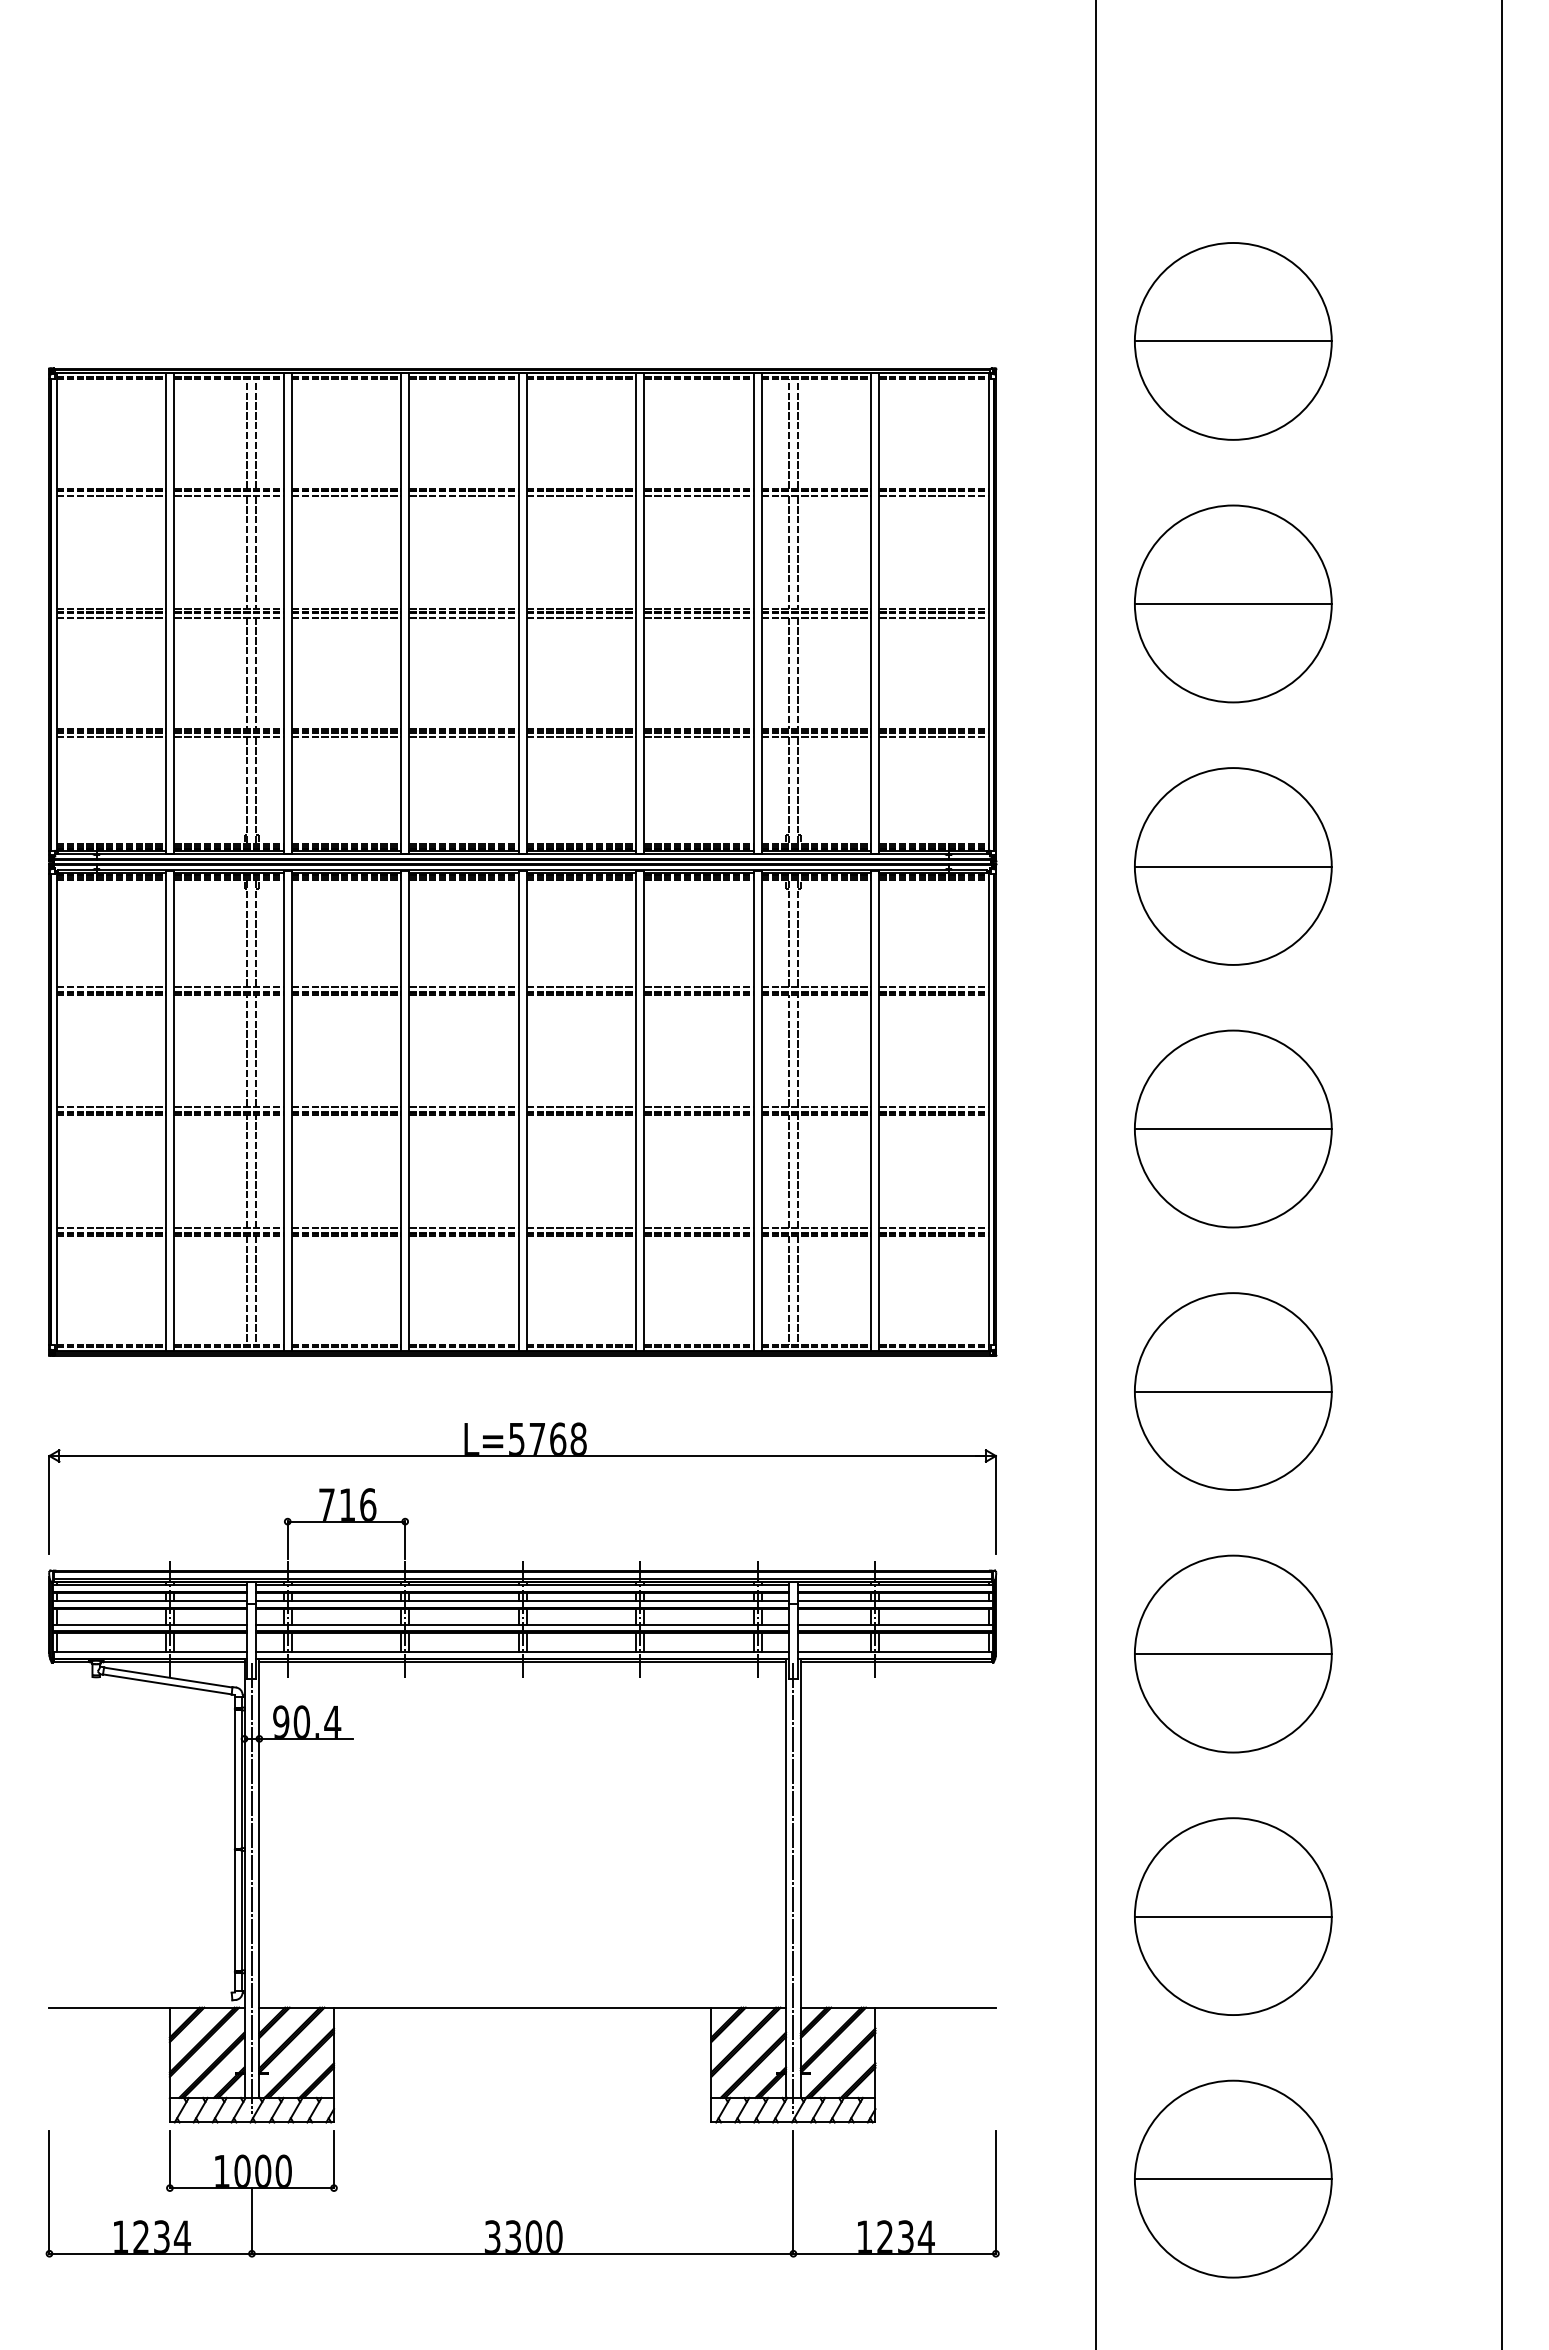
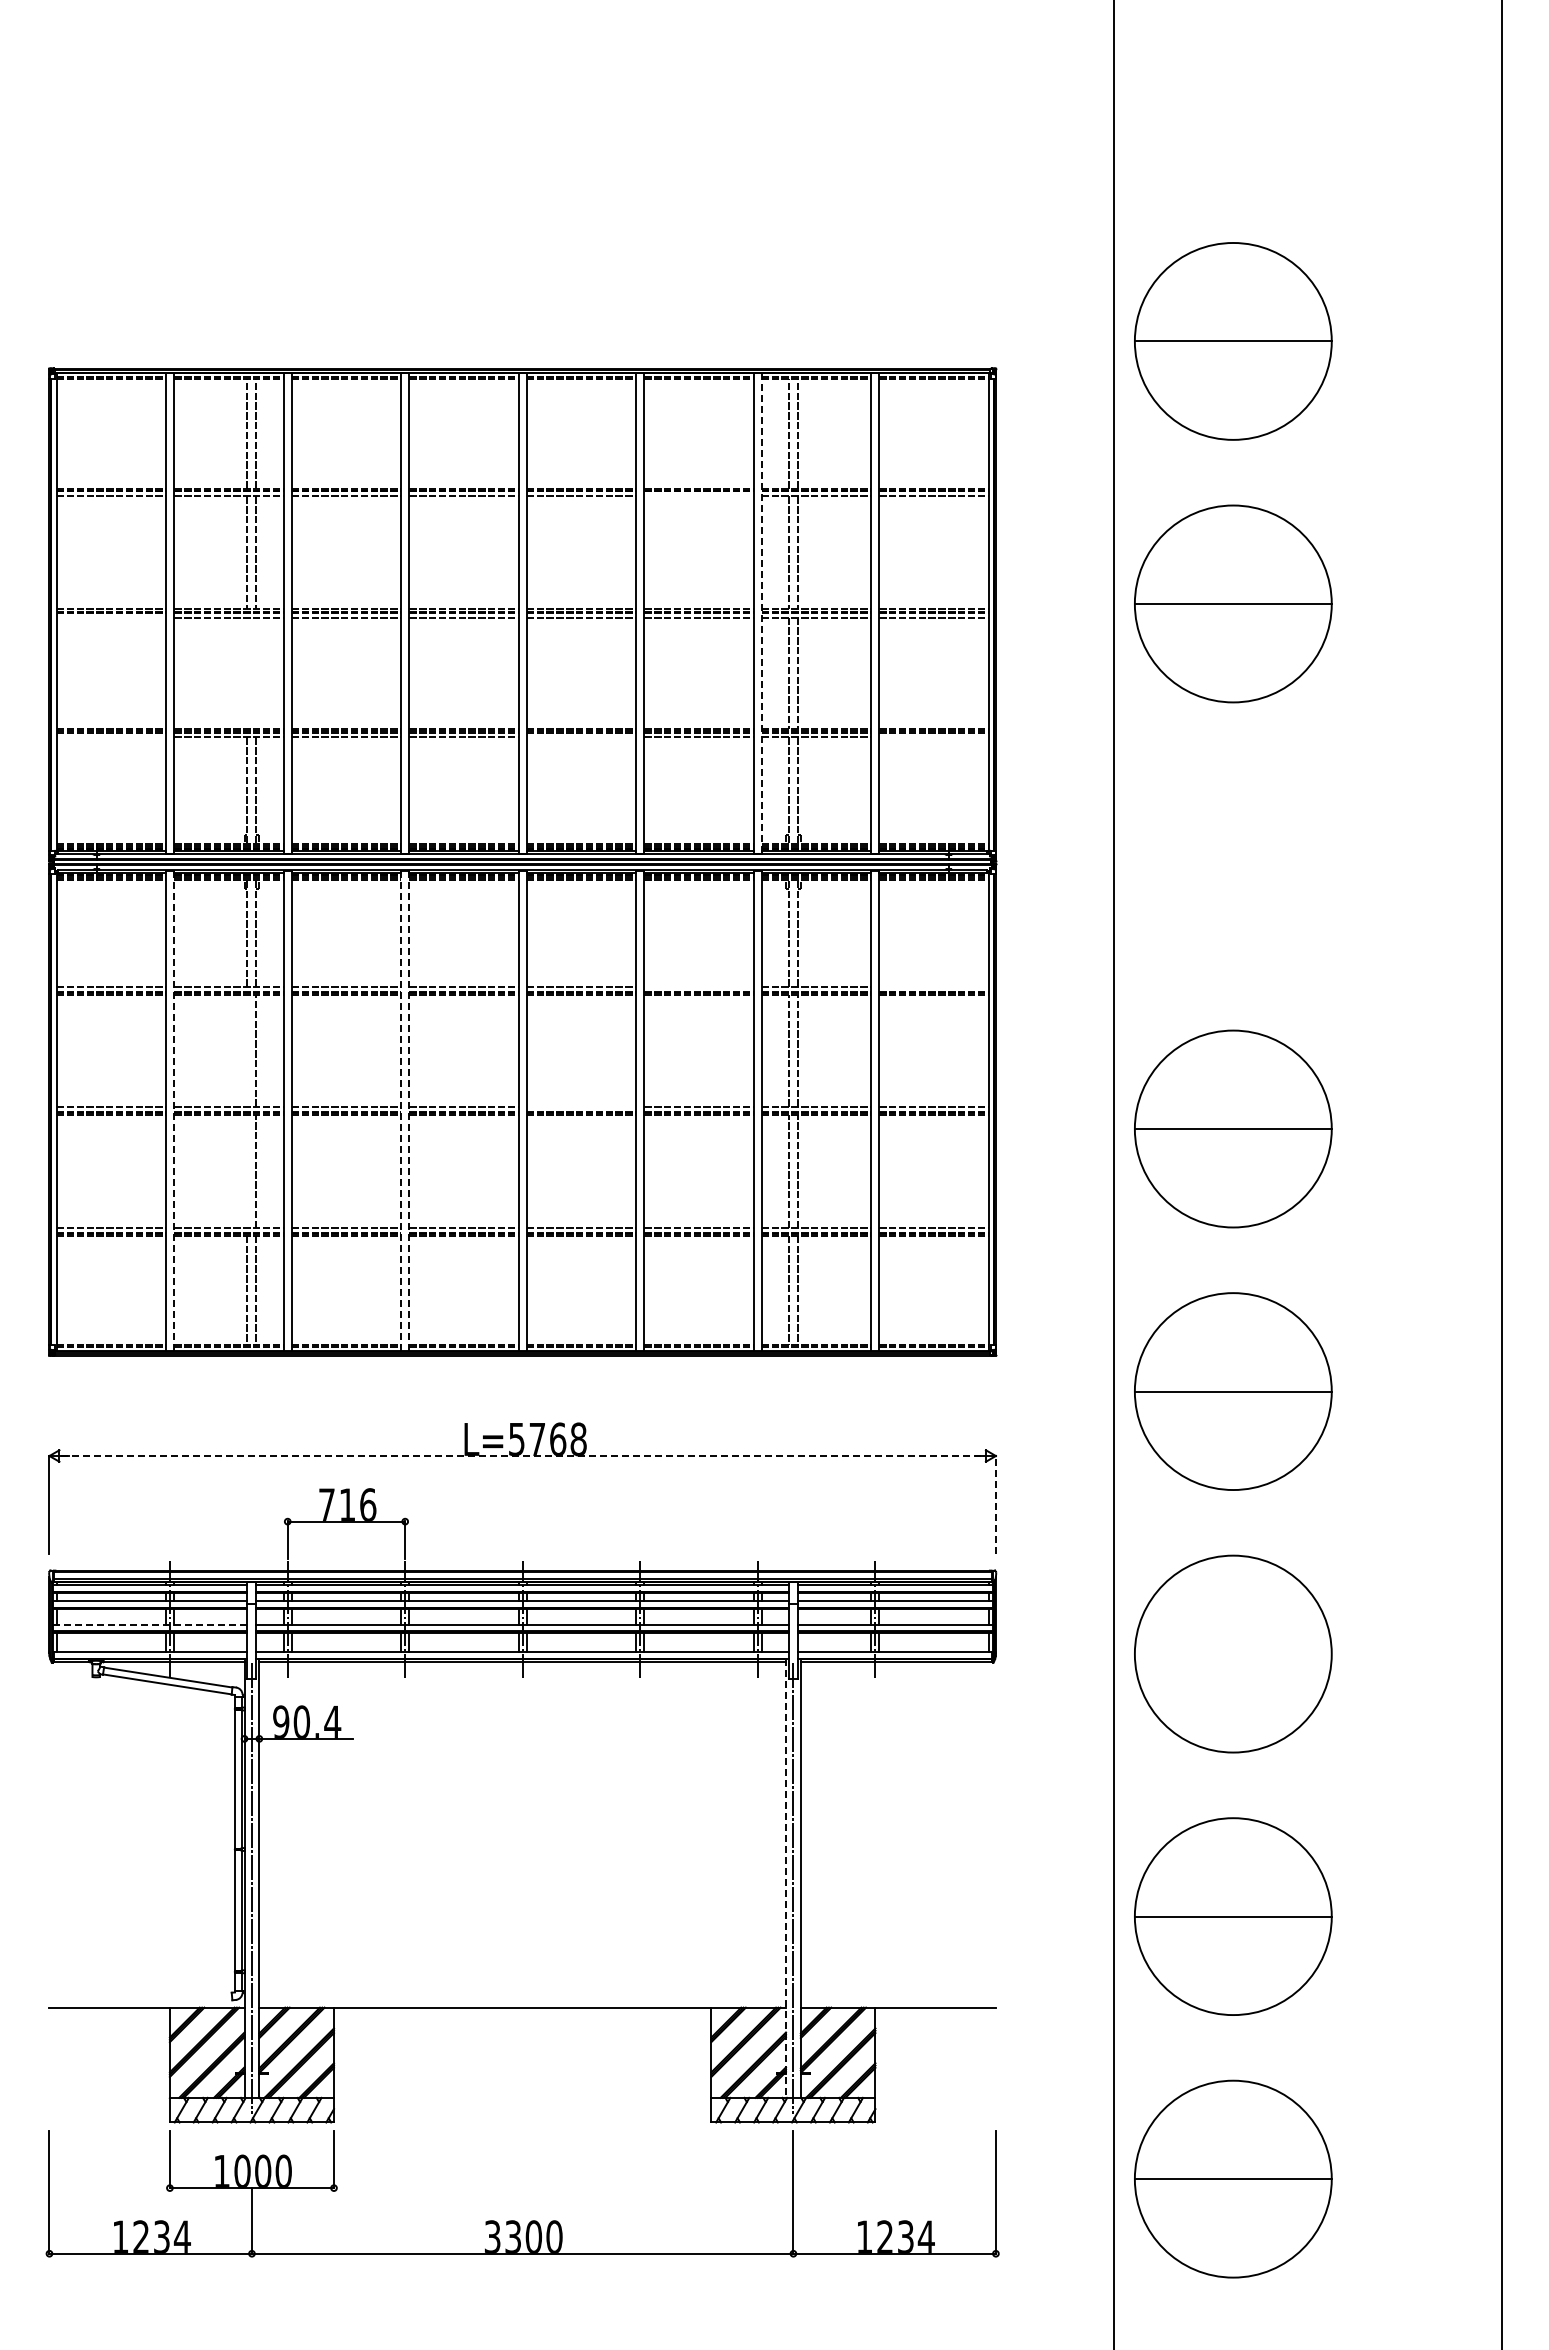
line at (698, 496): present -> none
line at (761, 613): solid -> dashed
line at (111, 617): present -> none
line at (247, 672): present -> none
line at (256, 672): present -> none
line at (111, 737): present -> none
line at (581, 737): present -> none
line at (933, 737): present -> none
part at (1233, 866): present -> none
line at (698, 986): present -> none
line at (933, 986): present -> none
line at (247, 1050): present -> none
line at (581, 1106): present -> none
line at (174, 1110): solid -> dashed
line at (401, 1110): solid -> dashed
line at (409, 1110): solid -> dashed
line at (247, 1170): present -> none
line at (1095, 1174) position: (1095, 1174) -> (1113, 1174)
line at (522, 1456): solid -> dashed
line at (995, 1504): solid -> dashed
line at (149, 1624): solid -> dashed
line at (1232, 1654): present -> none
line at (786, 1878): solid -> dashed
